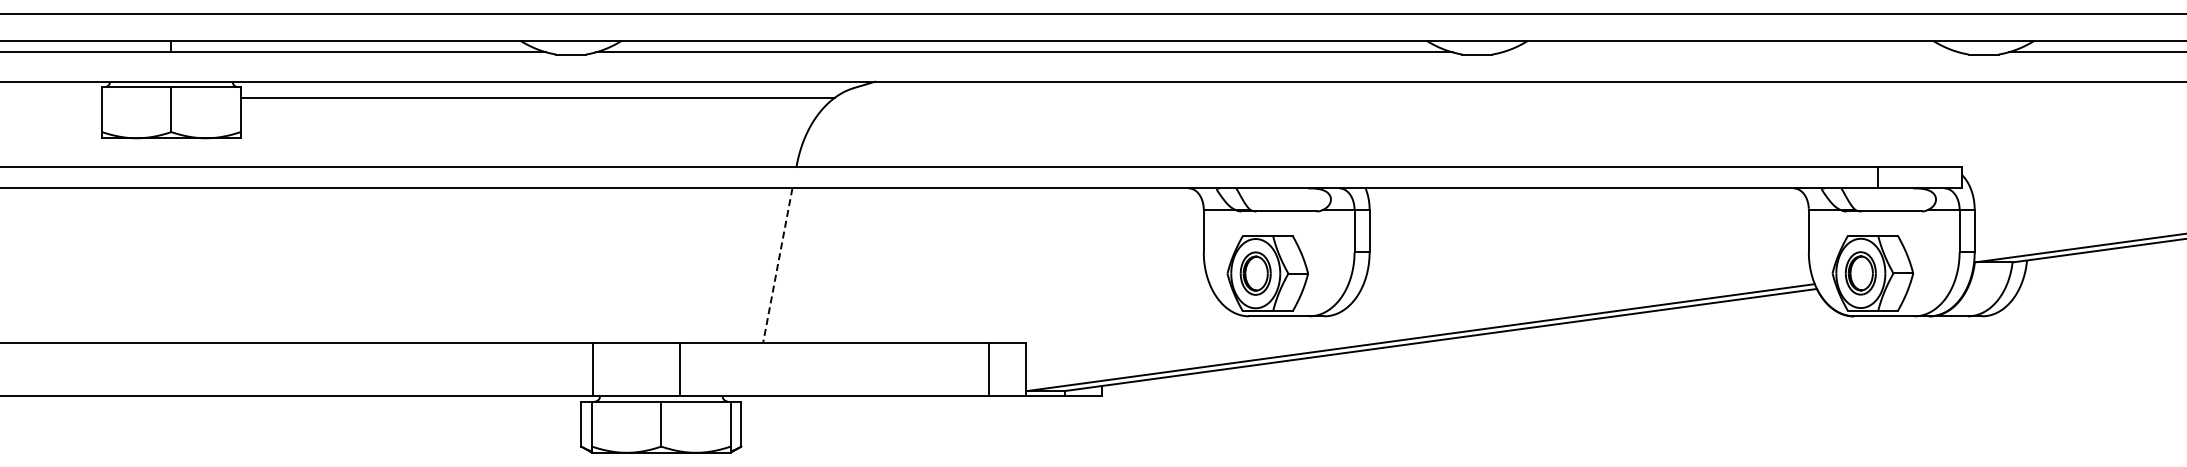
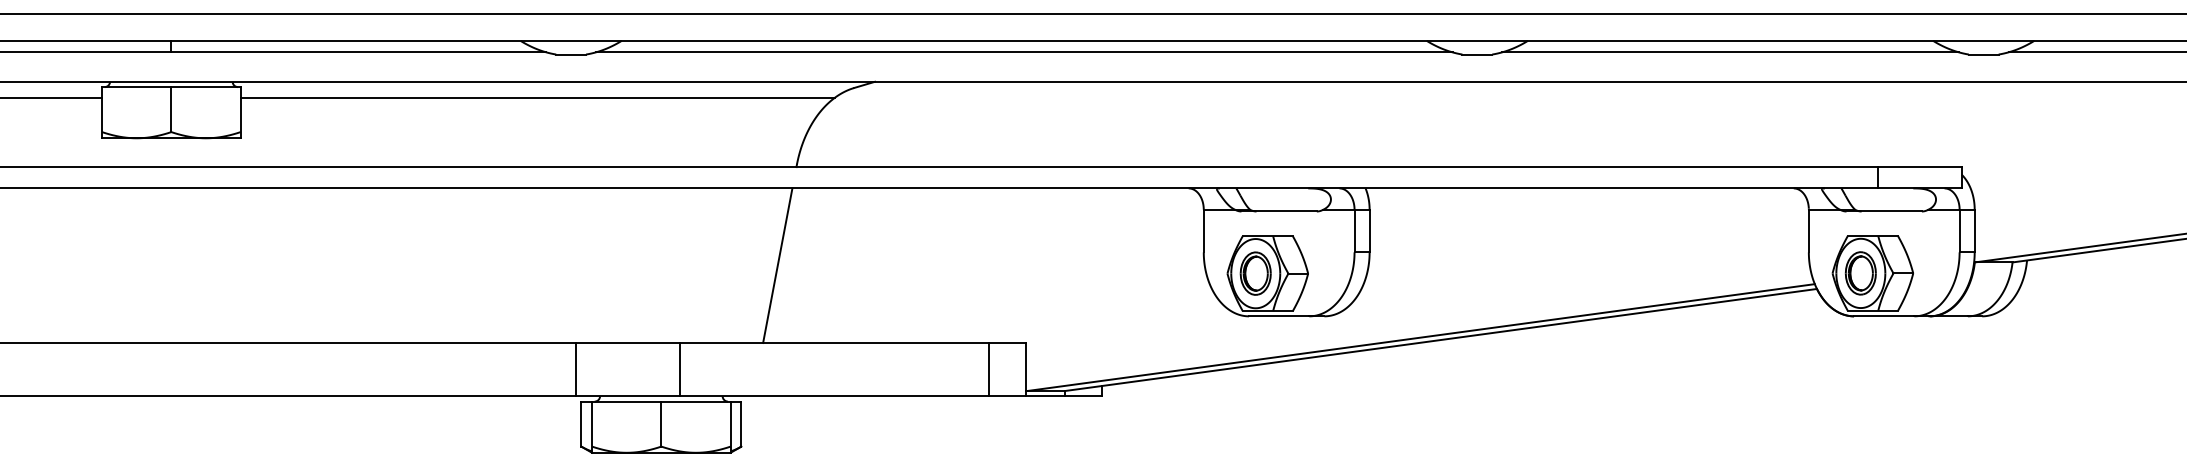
line at (1730, 52): none -> present
line at (52, 97): none -> present
line at (777, 265): dashed -> solid
line at (592, 369) position: (592, 369) -> (575, 369)
